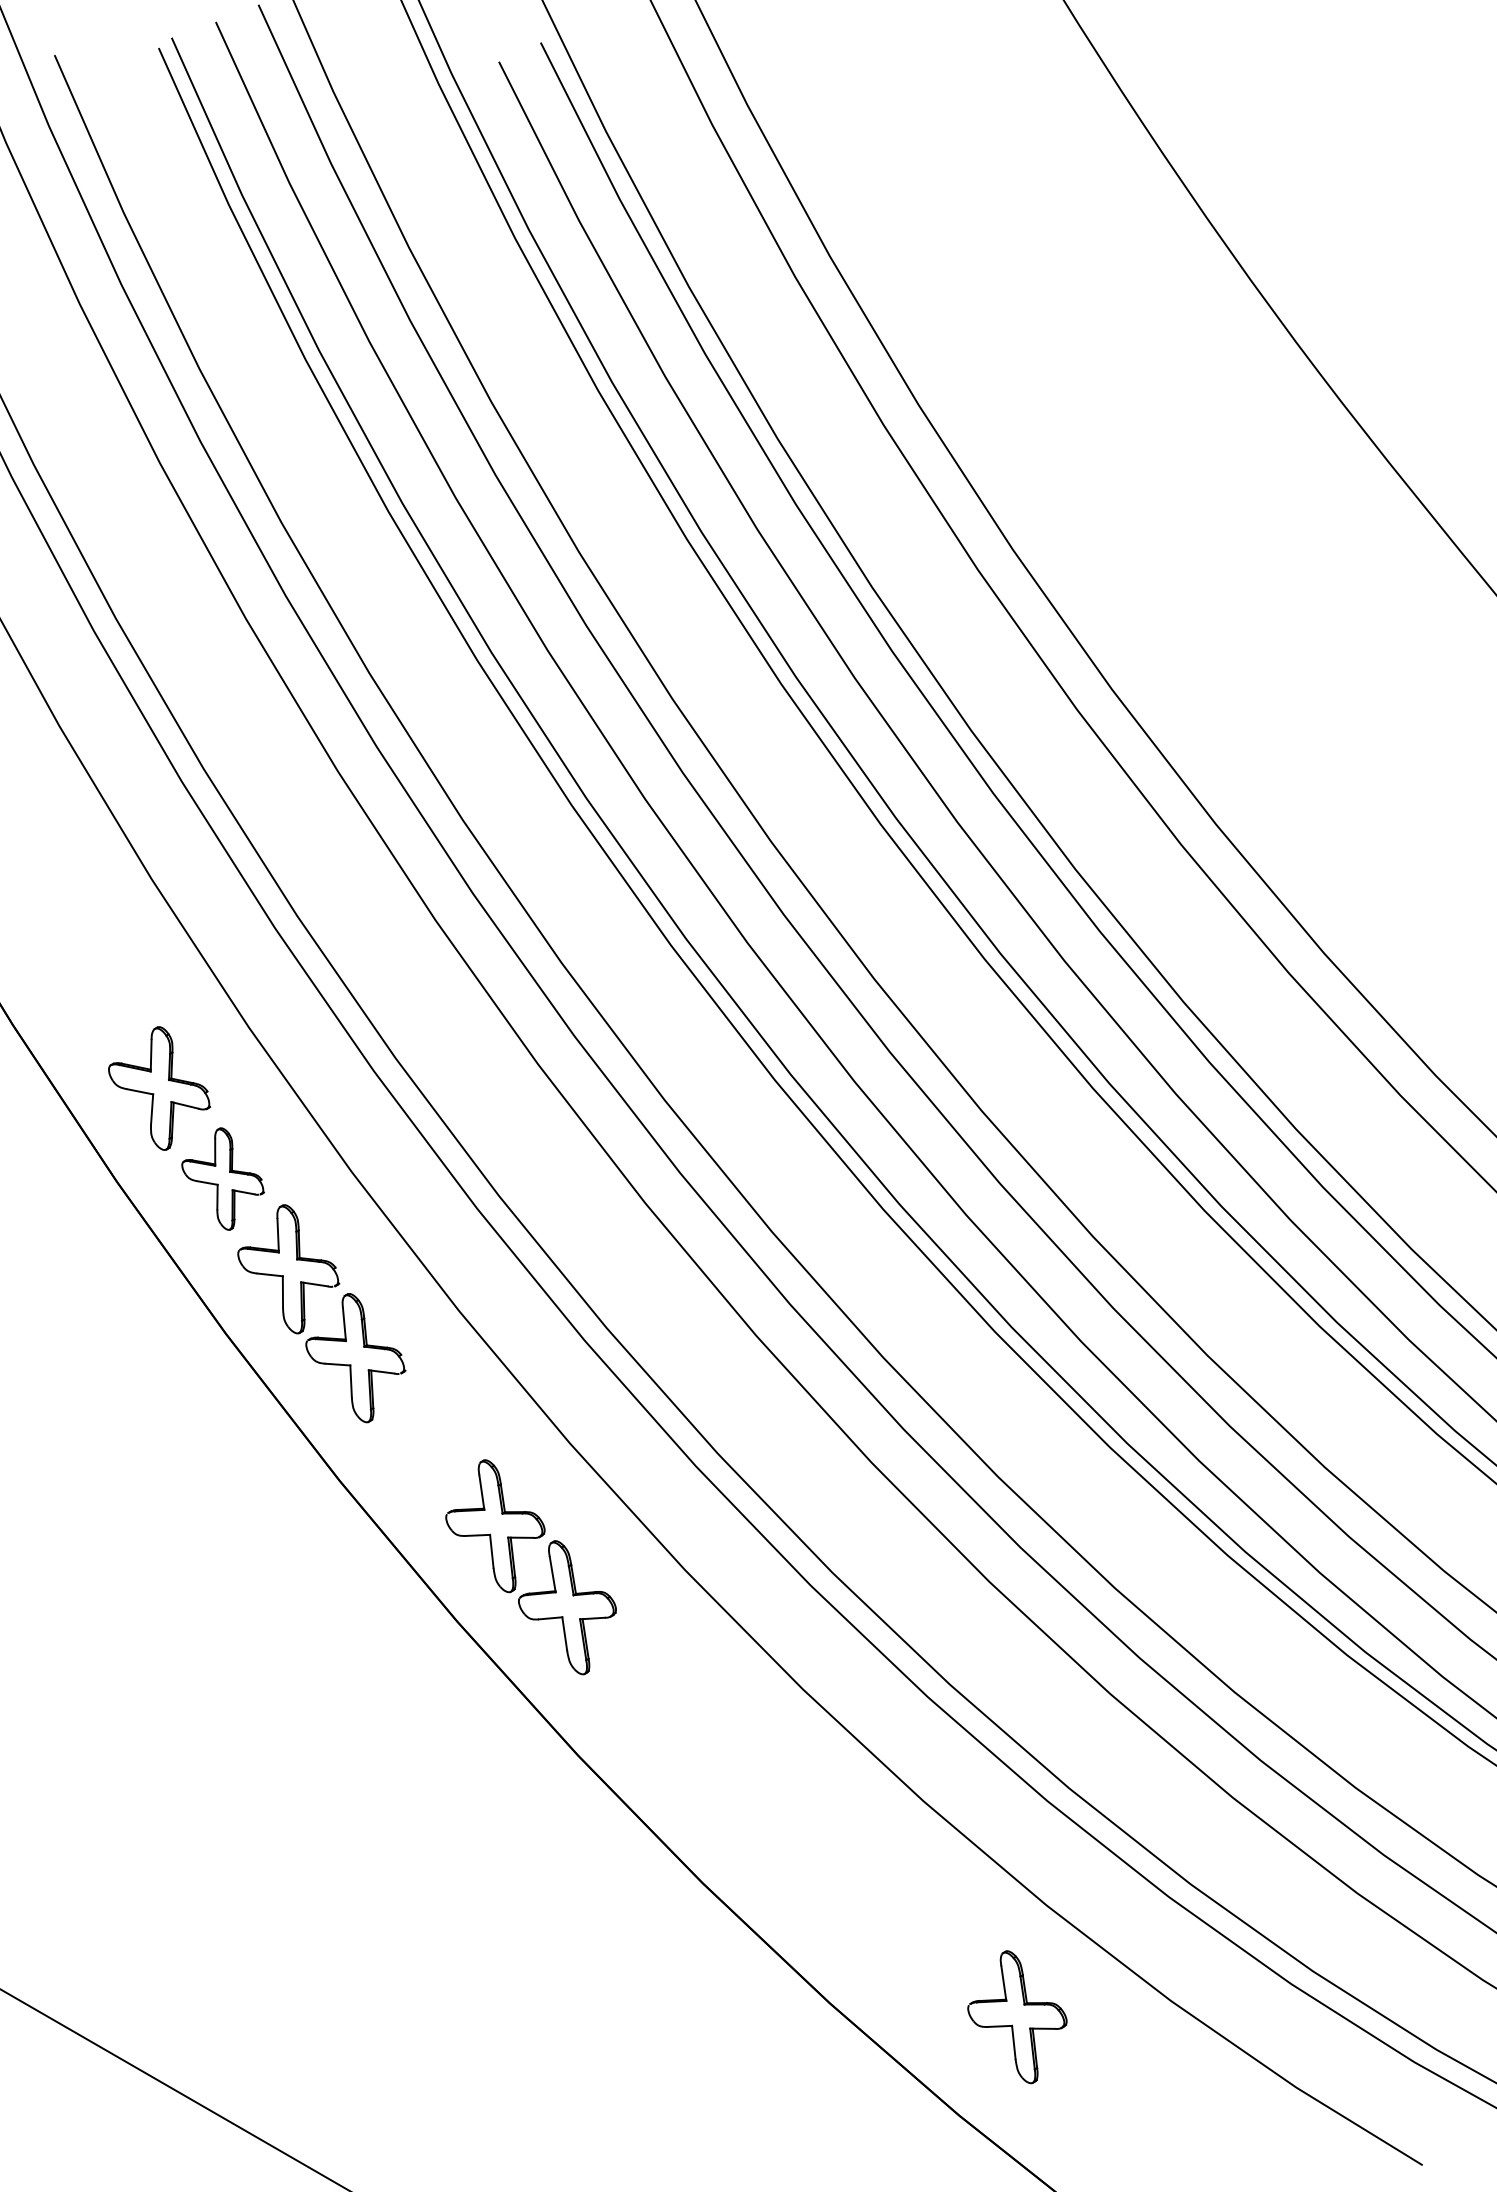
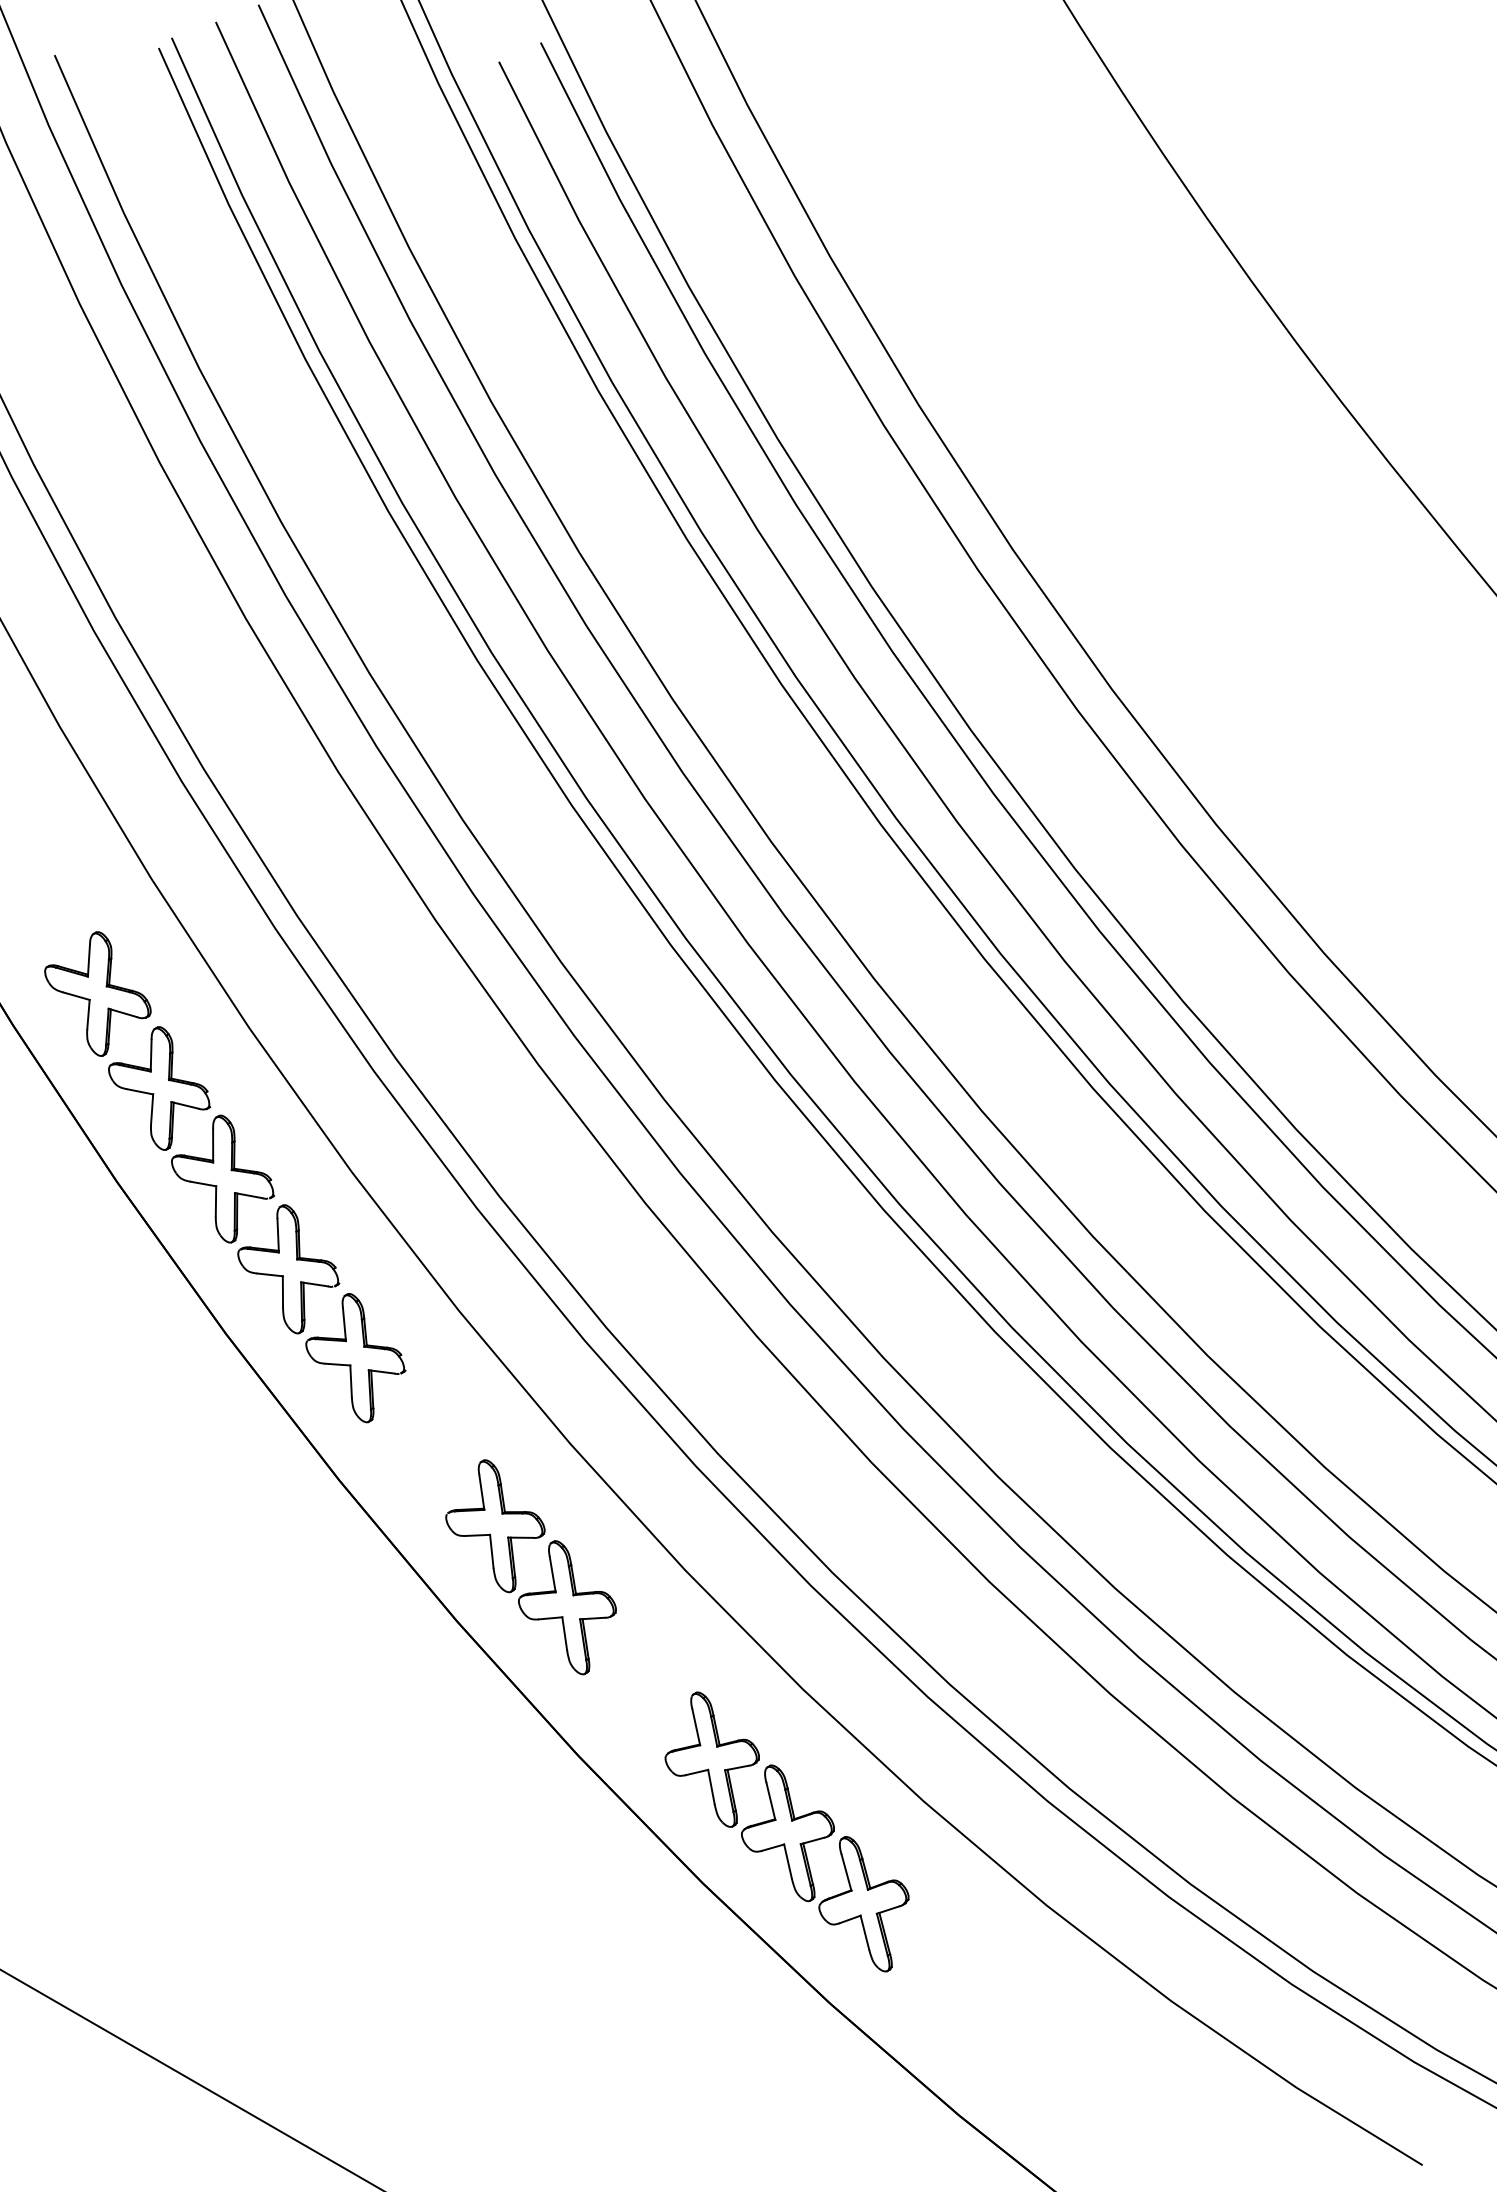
part at (97, 993): none -> present
part at (222, 1178) size: 84x104 px -> 105x130 px
part at (786, 1831): none -> present
part at (1017, 2017): present -> none
line at (173, 2089) position: (173, 2089) -> (190, 2079)
